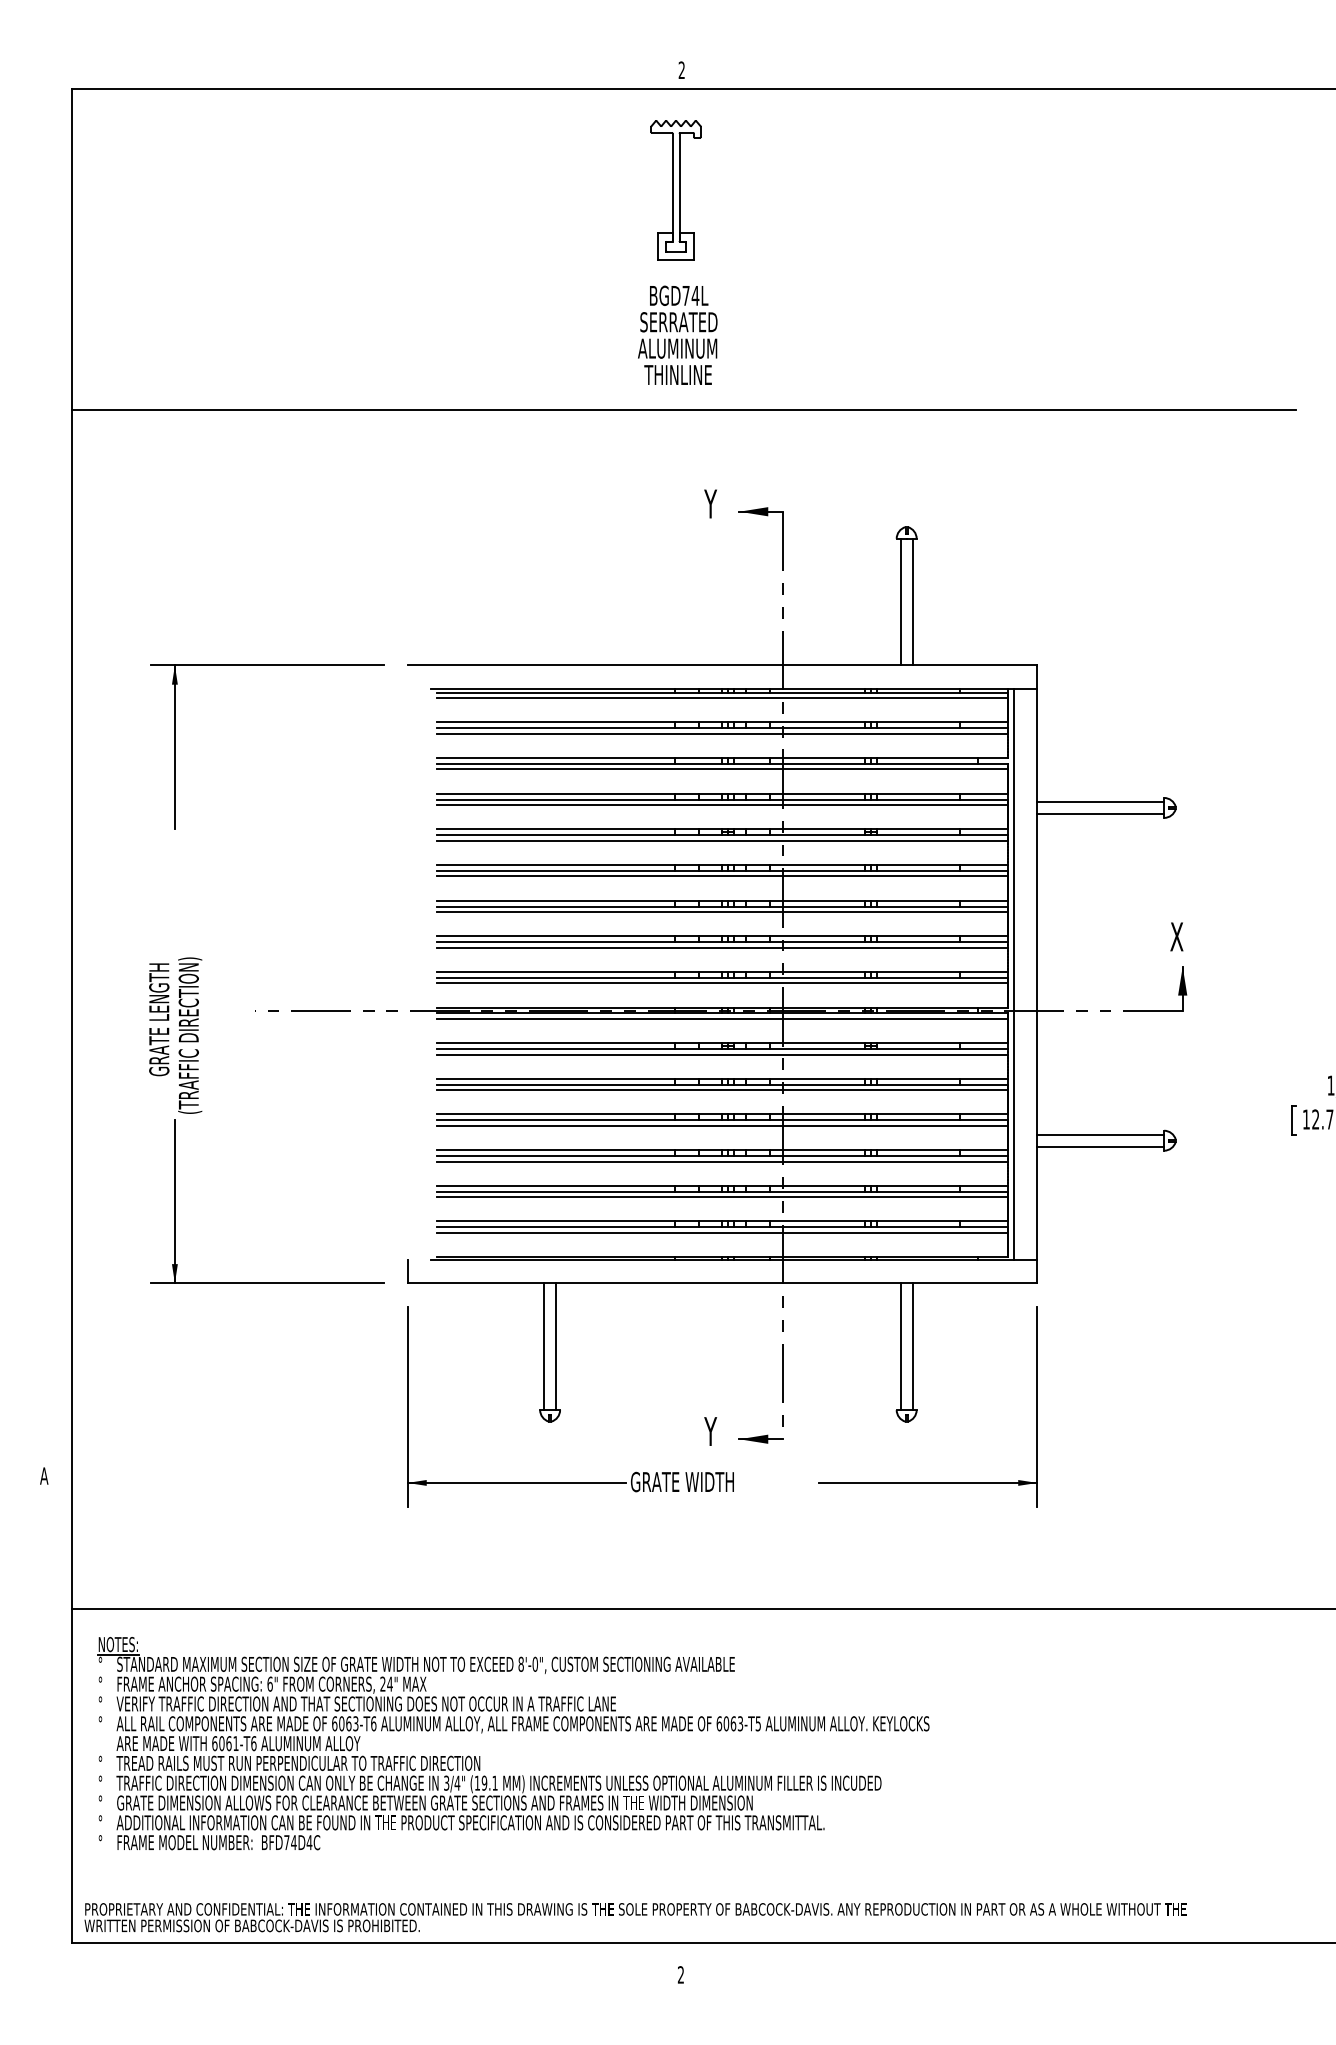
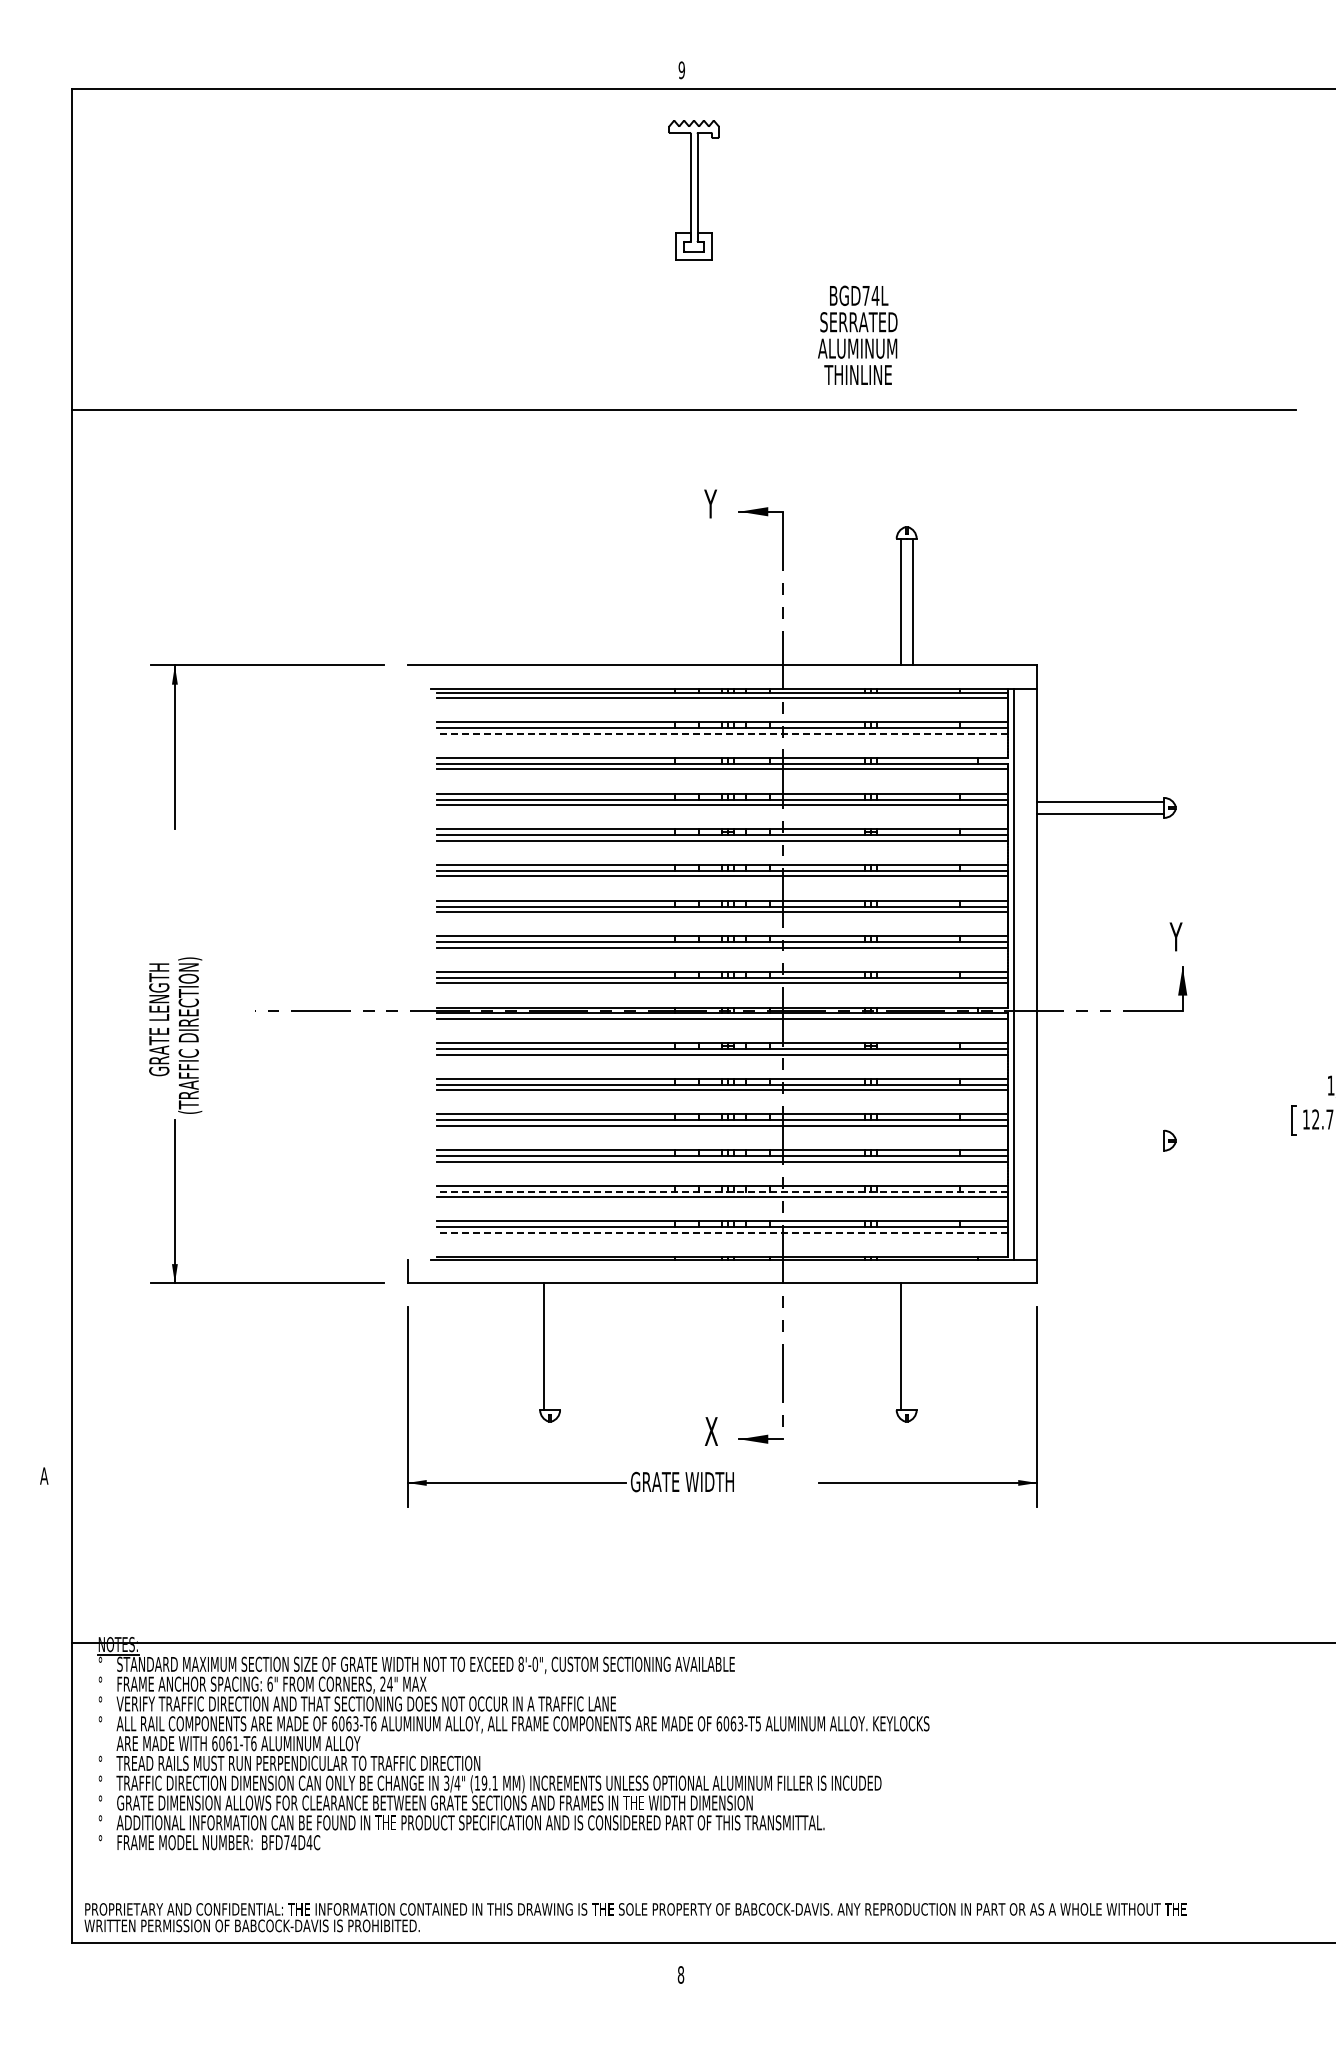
text at (681, 70): 2 -> 9
part at (675, 190) position: (675, 190) -> (693, 190)
text at (677, 334) position: (677, 334) -> (857, 334)
line at (721, 733): solid -> dashed
text at (1176, 936): X -> Y
line at (1100, 1134): present -> none
line at (1100, 1146): present -> none
line at (721, 1191): solid -> dashed
line at (721, 1233): solid -> dashed
line at (556, 1346): present -> none
line at (912, 1346): present -> none
text at (710, 1431): Y -> X
line at (702, 1608) position: (702, 1608) -> (702, 1642)
text at (680, 1974): 2 -> 8
